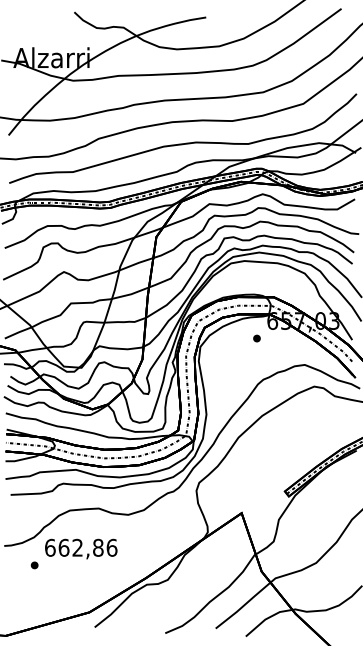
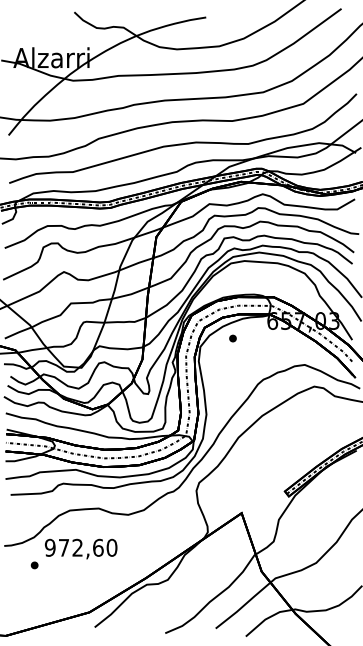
part at (256, 338) position: (256, 338) -> (232, 338)
text at (80, 547): 662,86 -> 972,60
